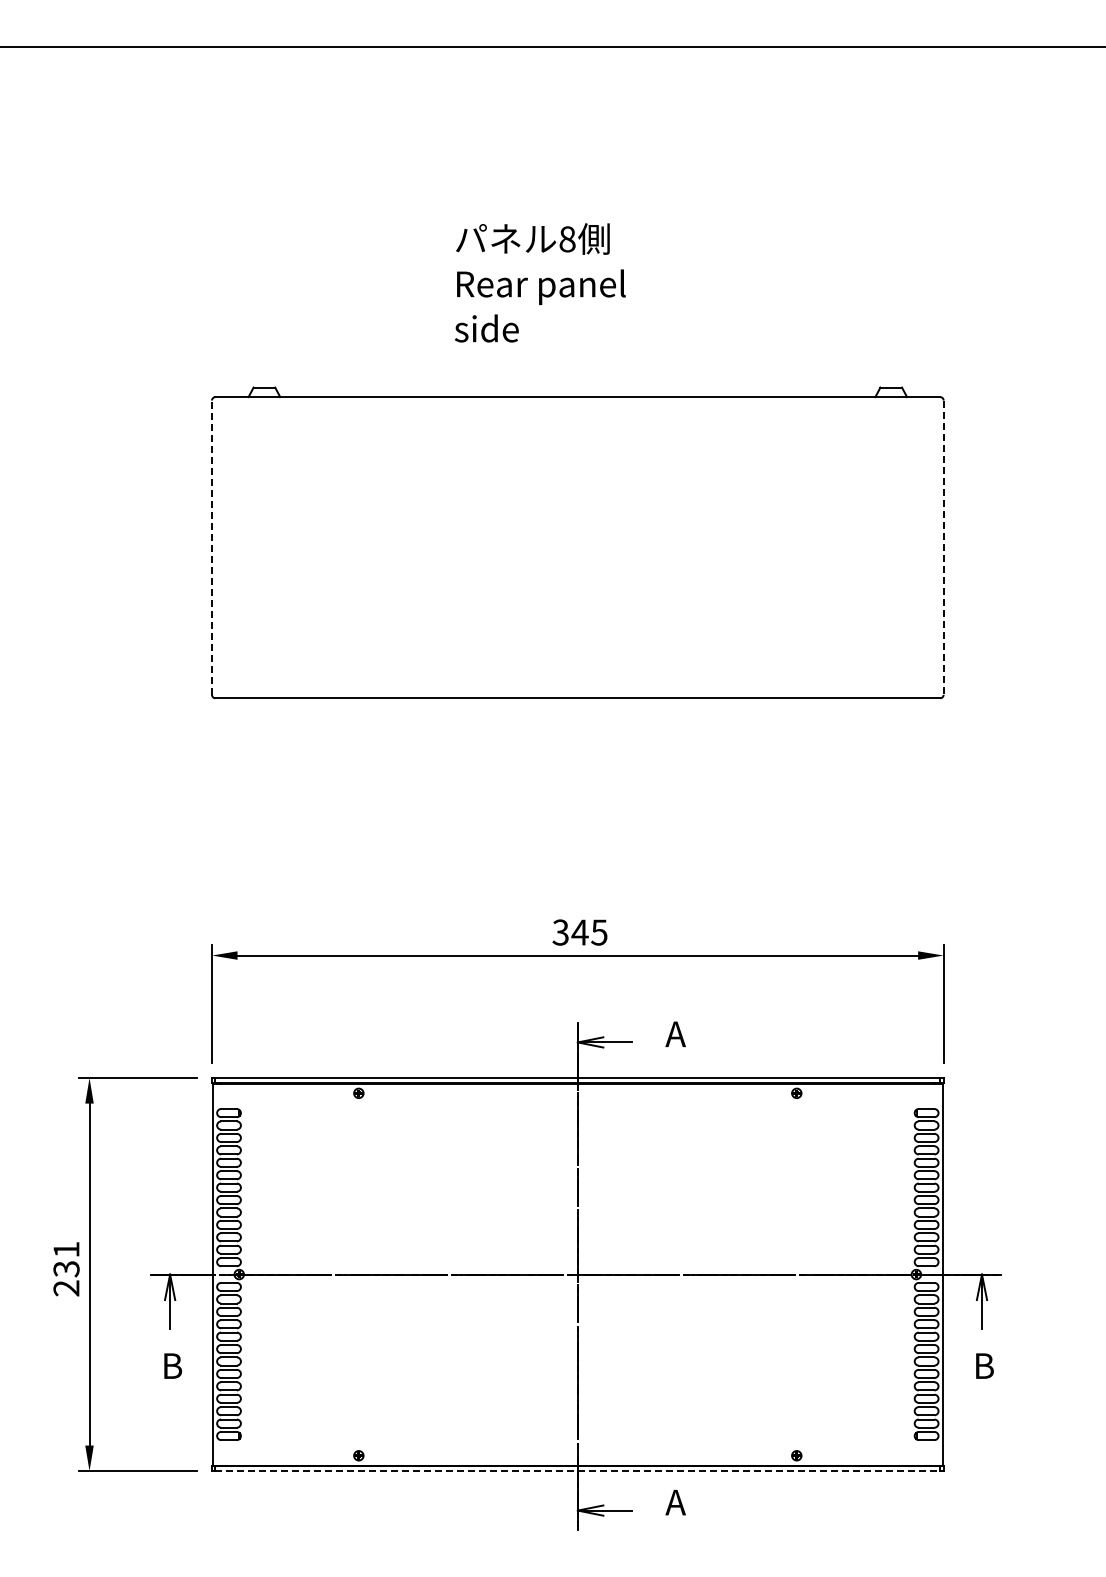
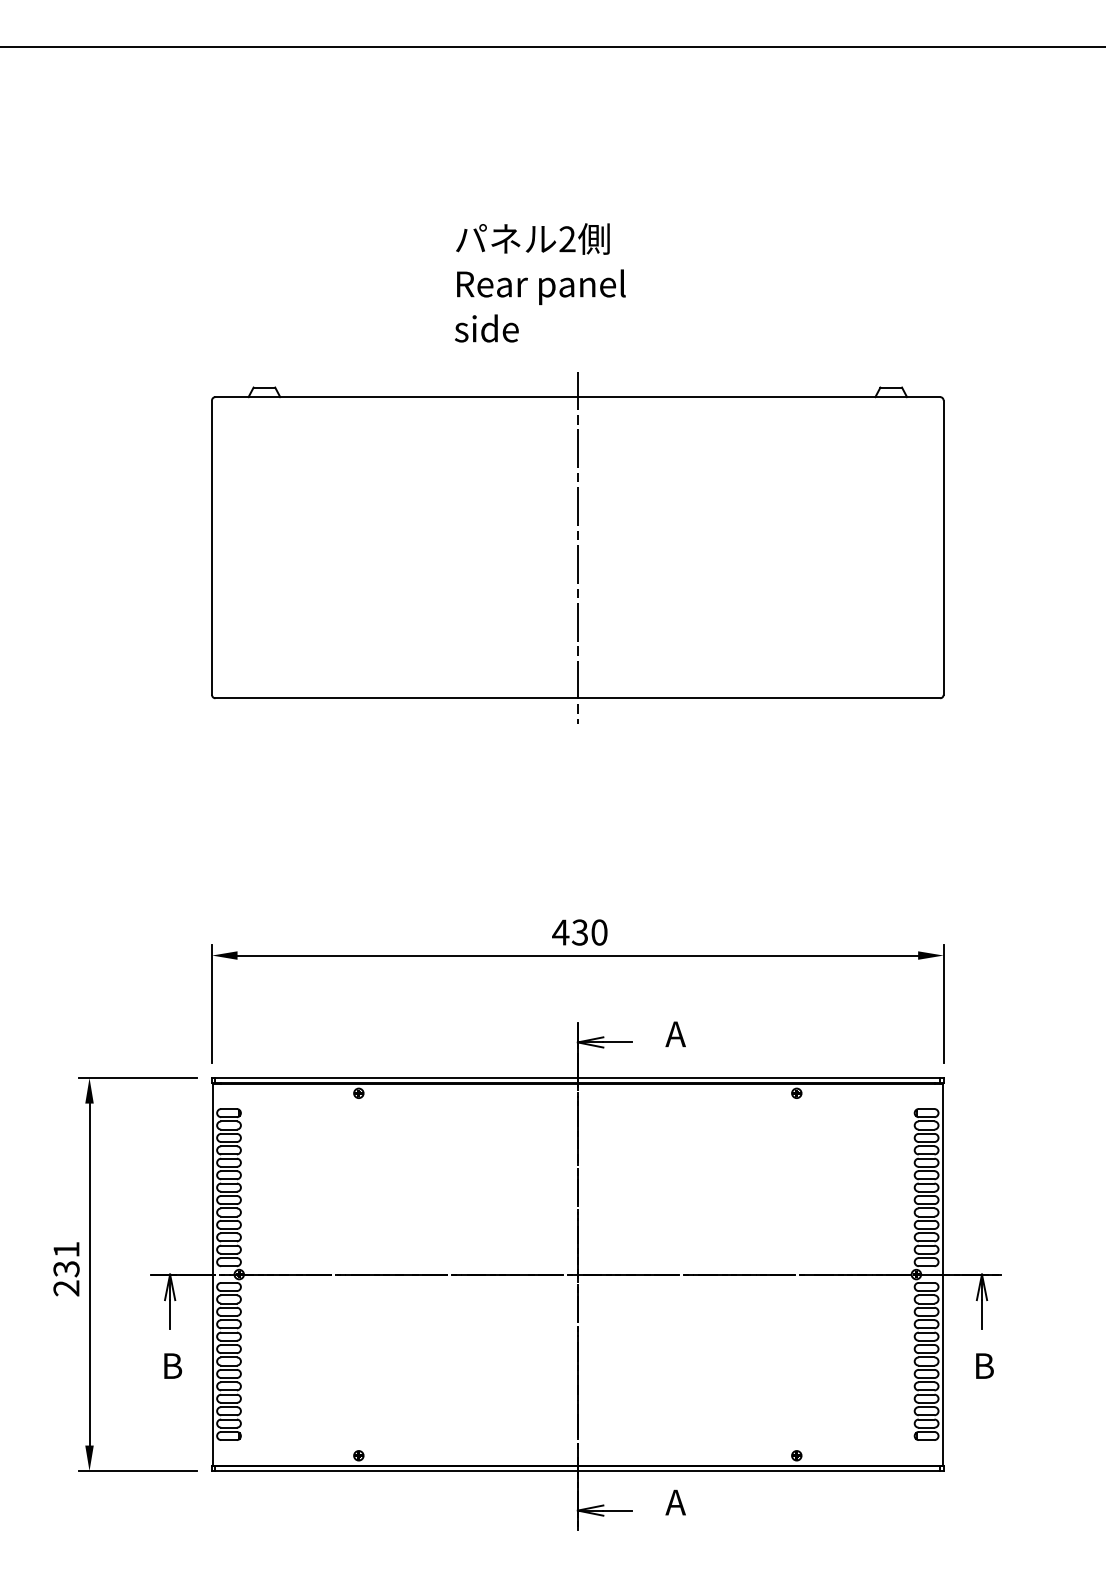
text at (567, 239): 8 -> 2
line at (212, 547): dashed -> solid
line at (577, 547): none -> present
line at (943, 548): dashed -> solid
text at (579, 932): 345 -> 430
line at (578, 1471): dashed -> solid
